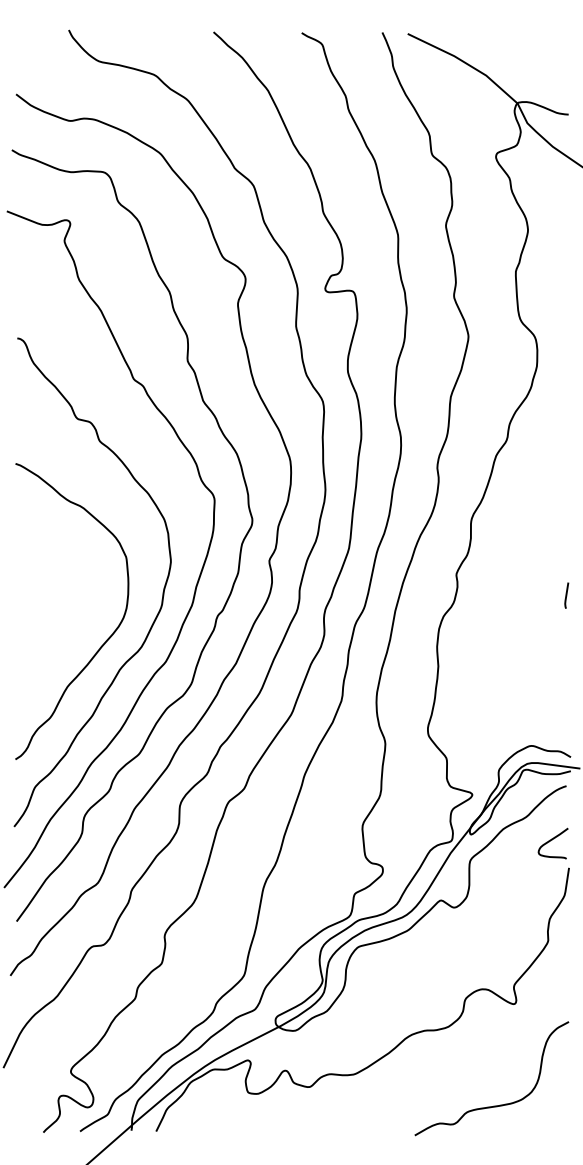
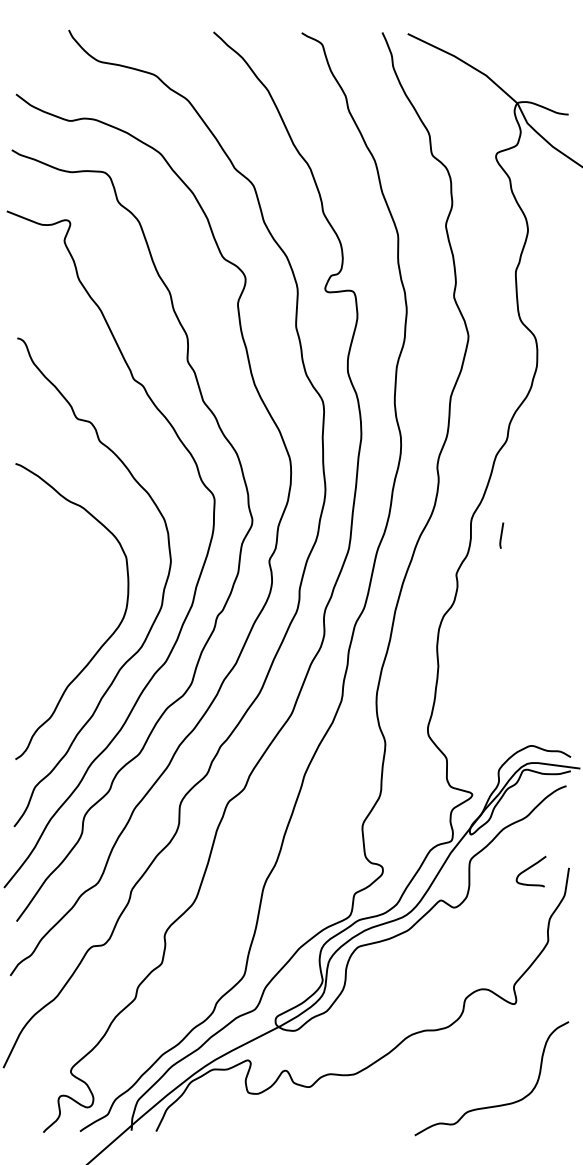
line at (566, 595) position: (566, 595) -> (501, 535)
curve at (550, 841) position: (550, 841) -> (528, 869)
